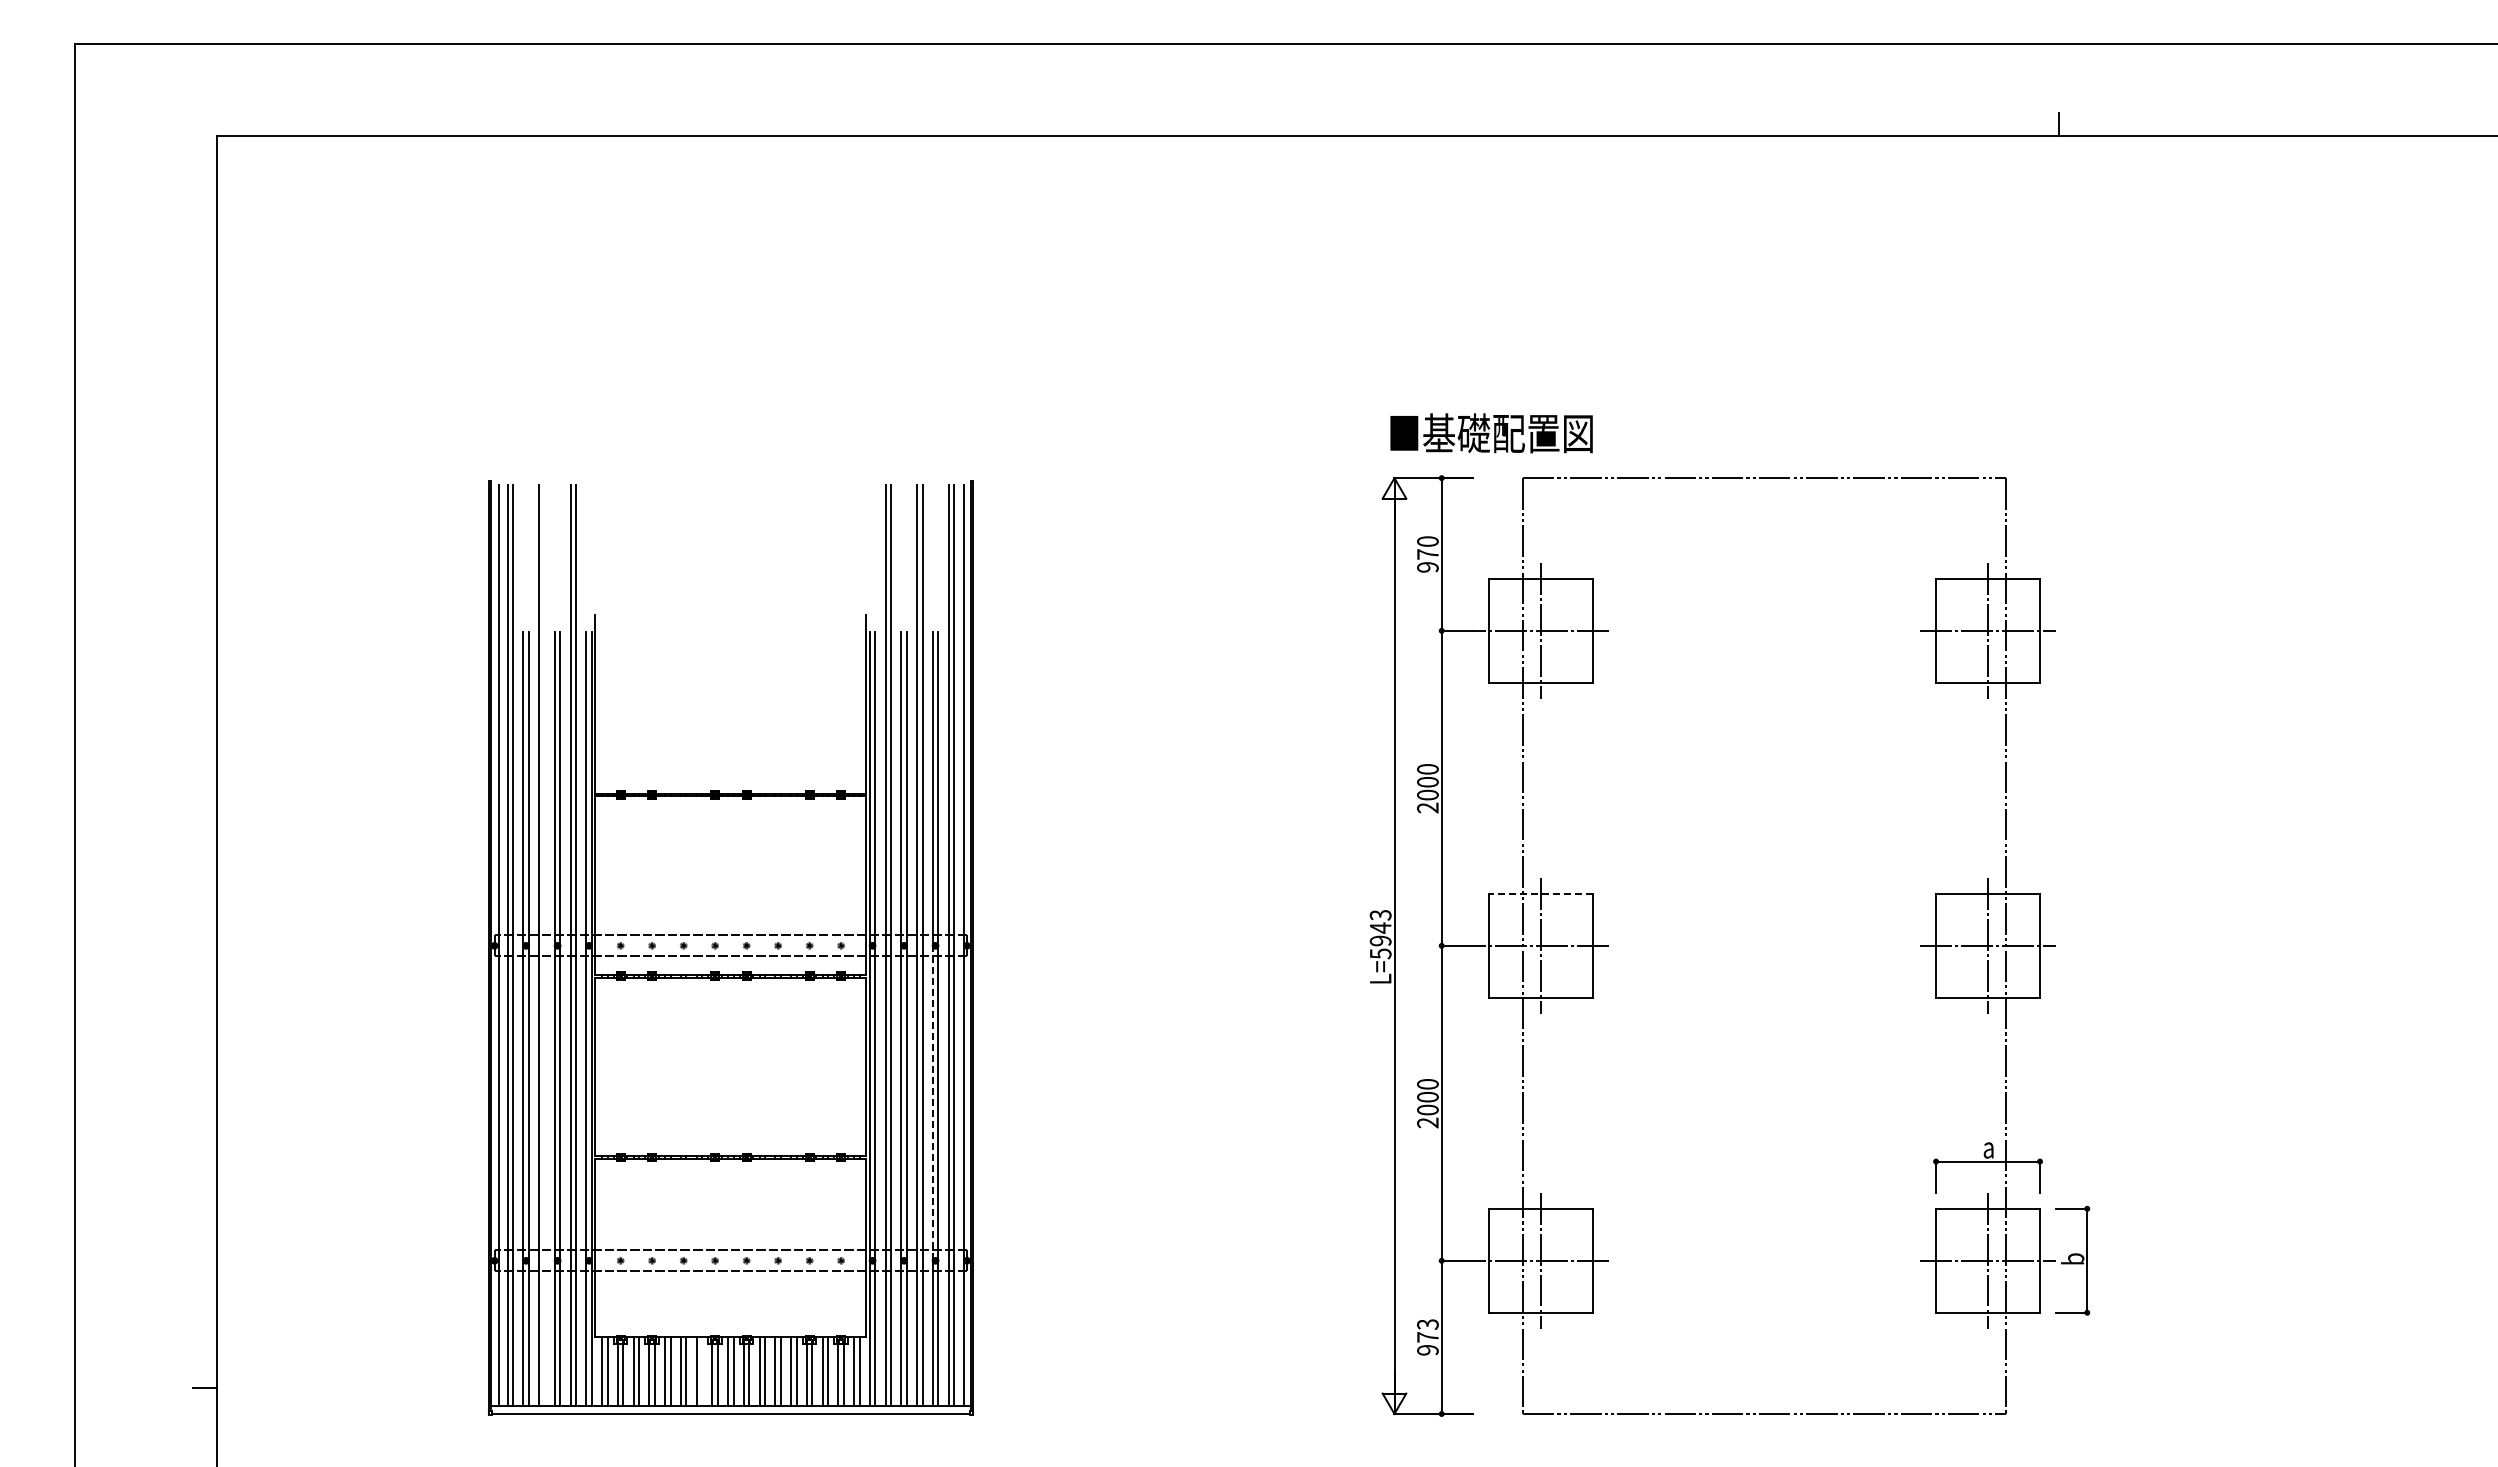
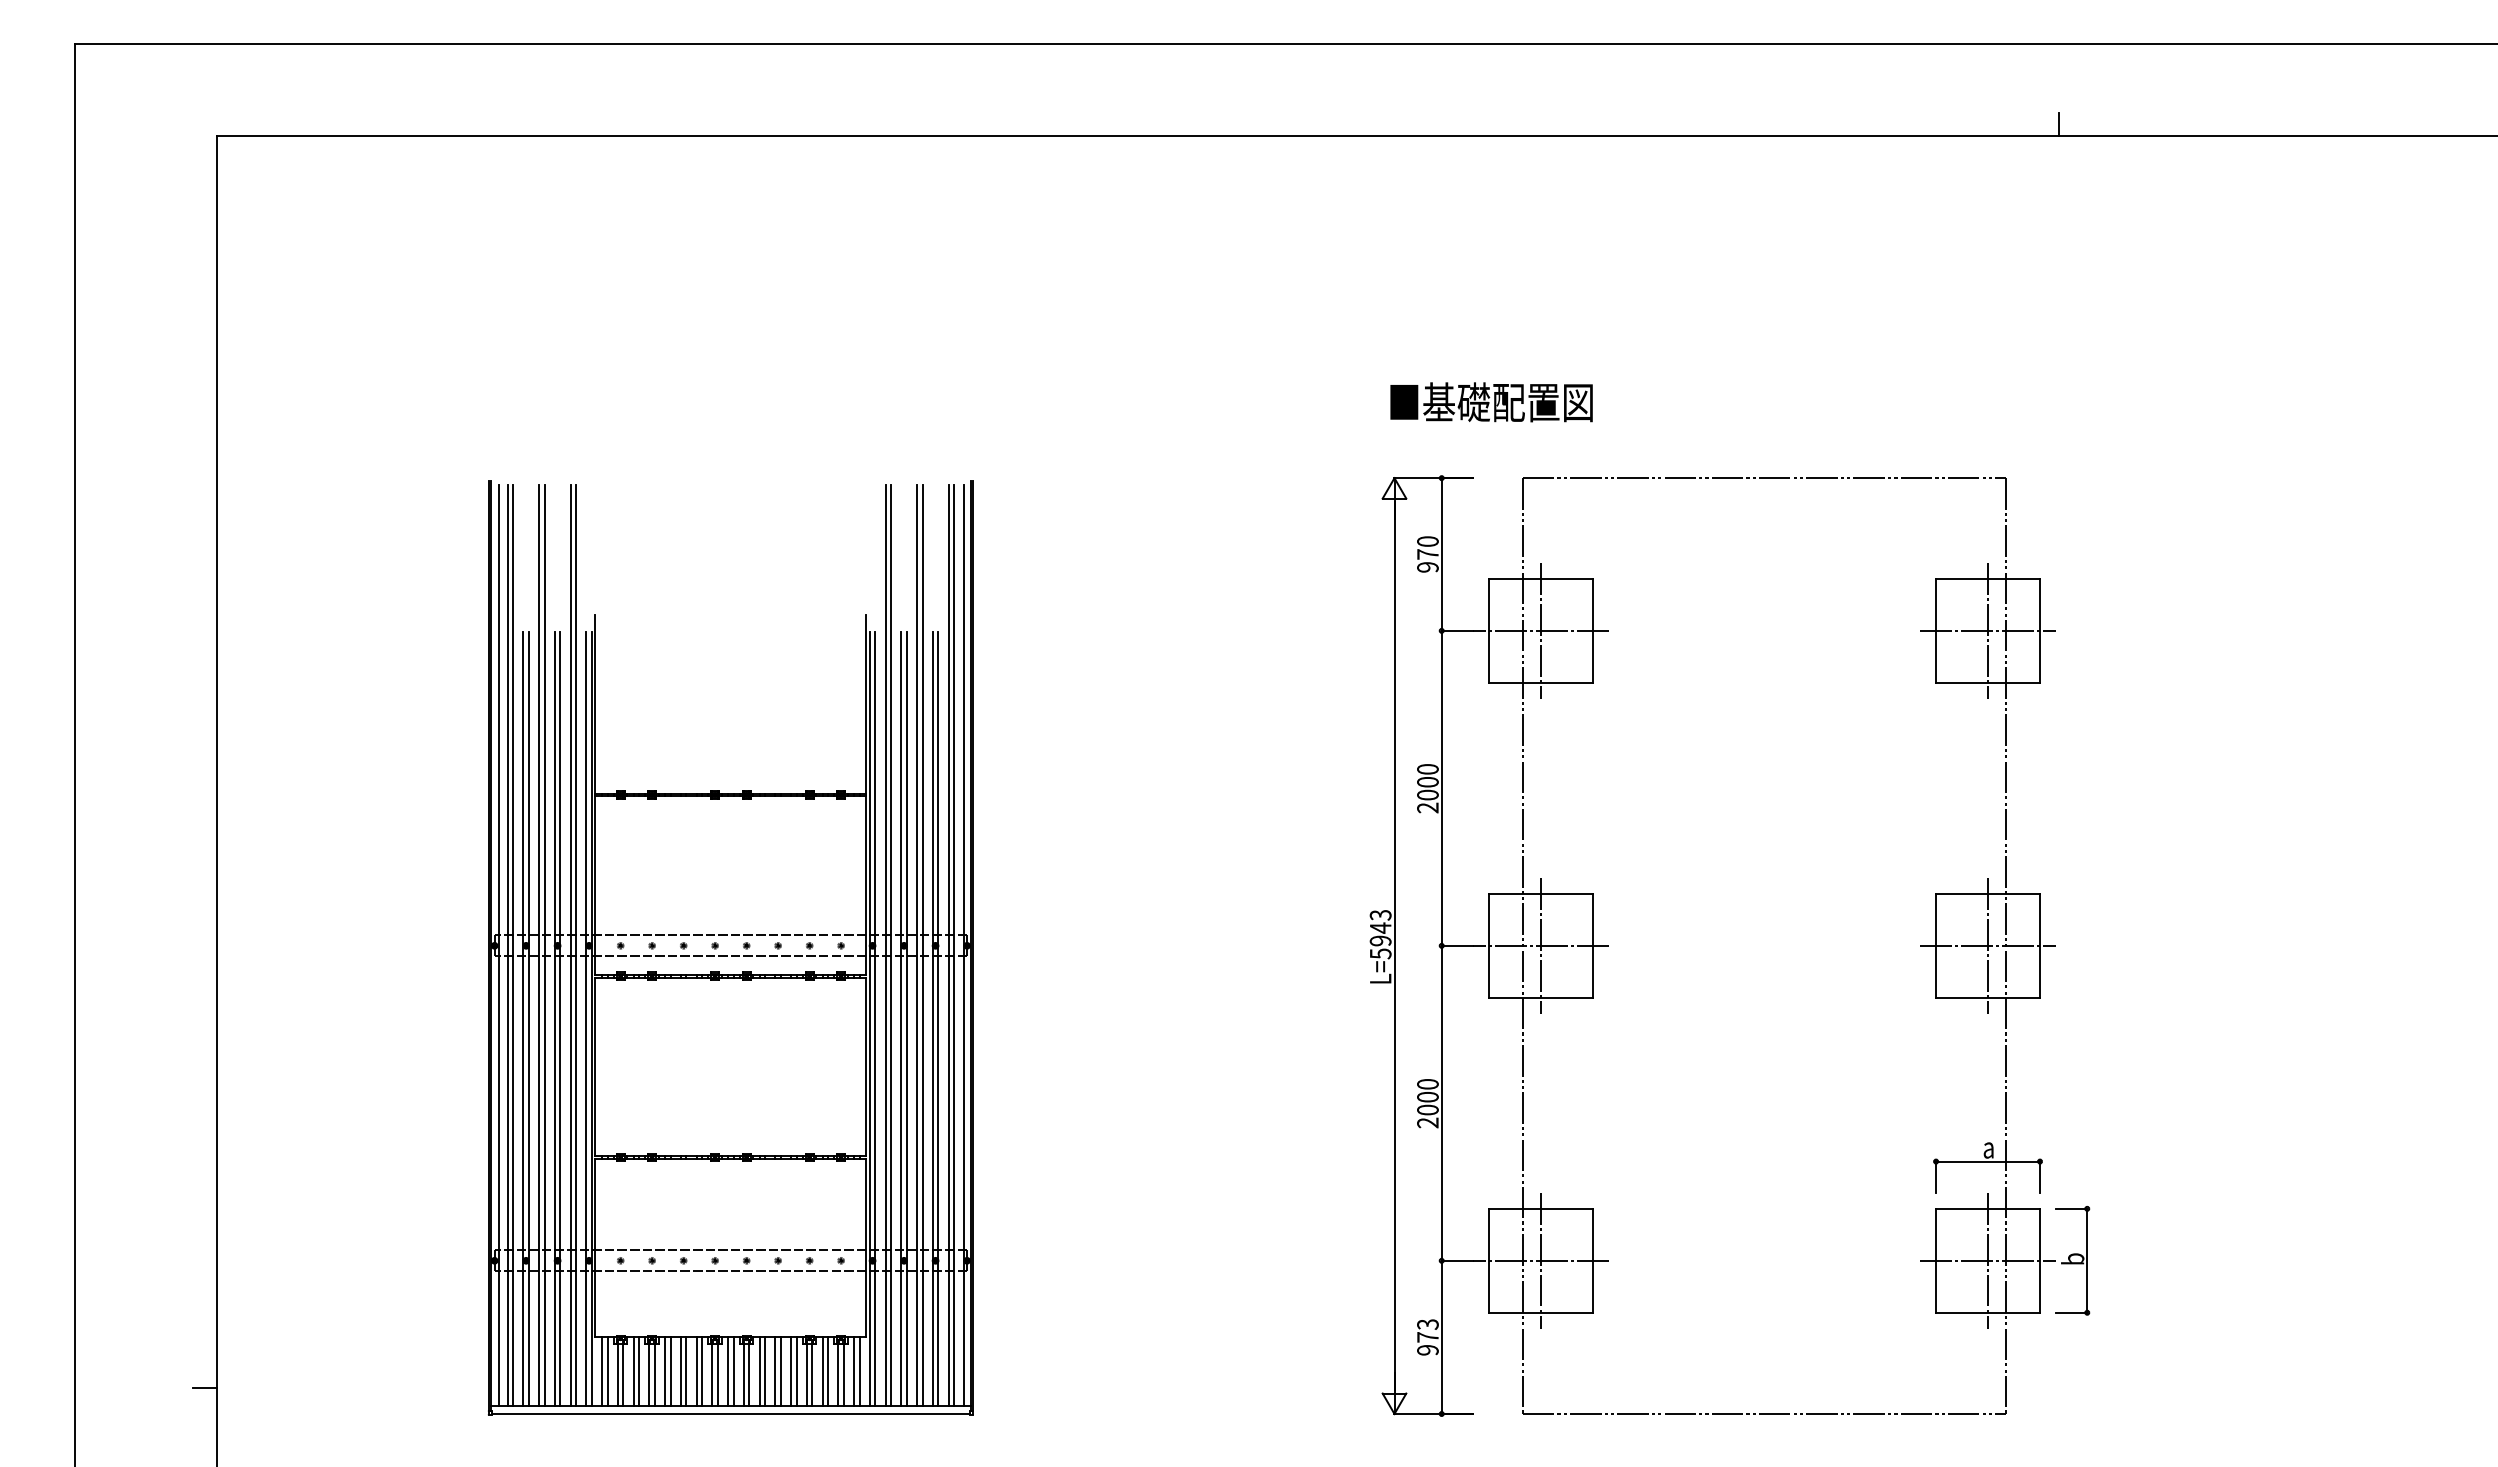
text at (1491, 433) position: (1491, 433) -> (1491, 402)
line at (1540, 893): dashed -> solid
line at (544, 945): none -> present
line at (932, 1103): dashed -> solid
line at (702, 1371): none -> present
